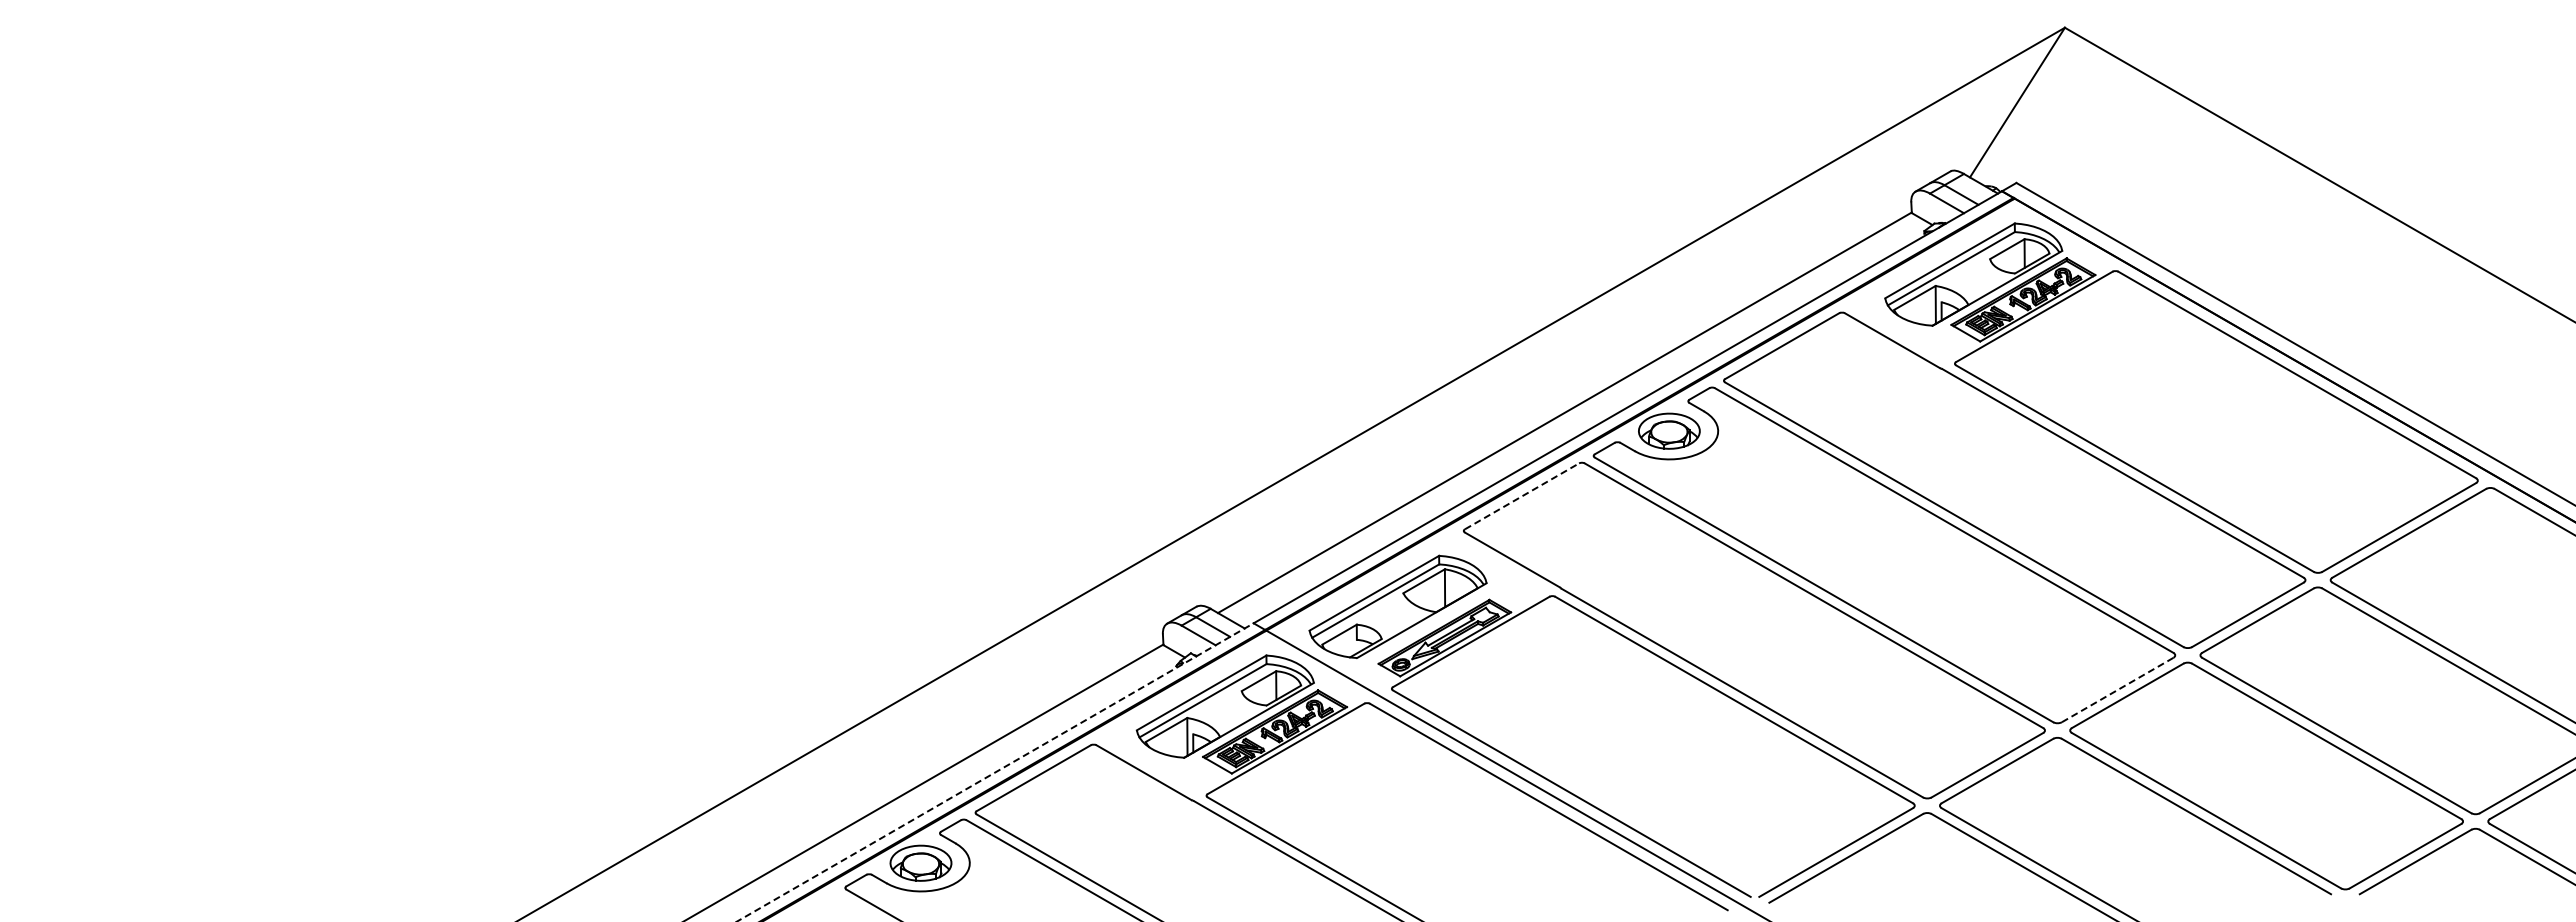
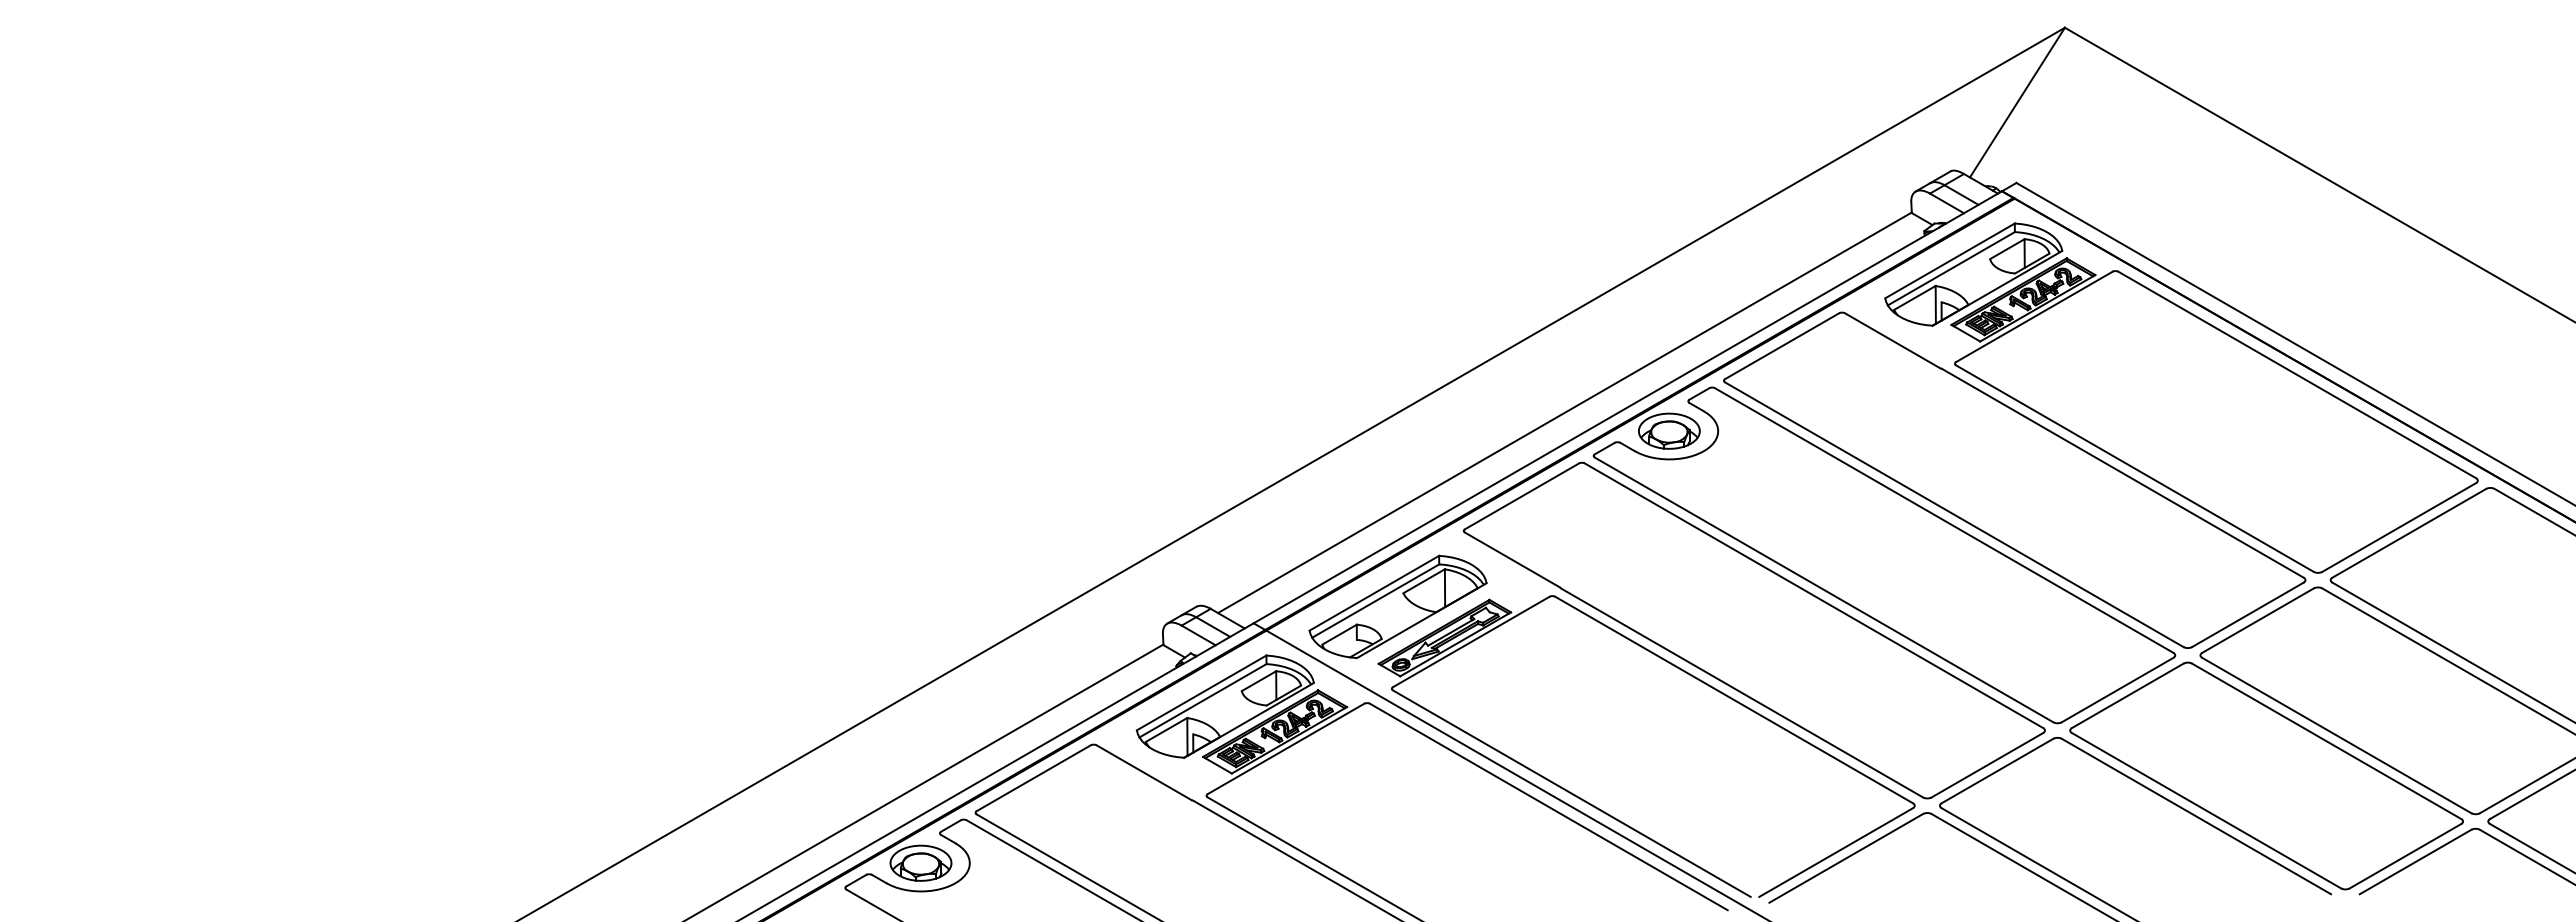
line at (1522, 496): dashed -> solid
line at (2117, 690): dashed -> solid
line at (995, 772): dashed -> solid
